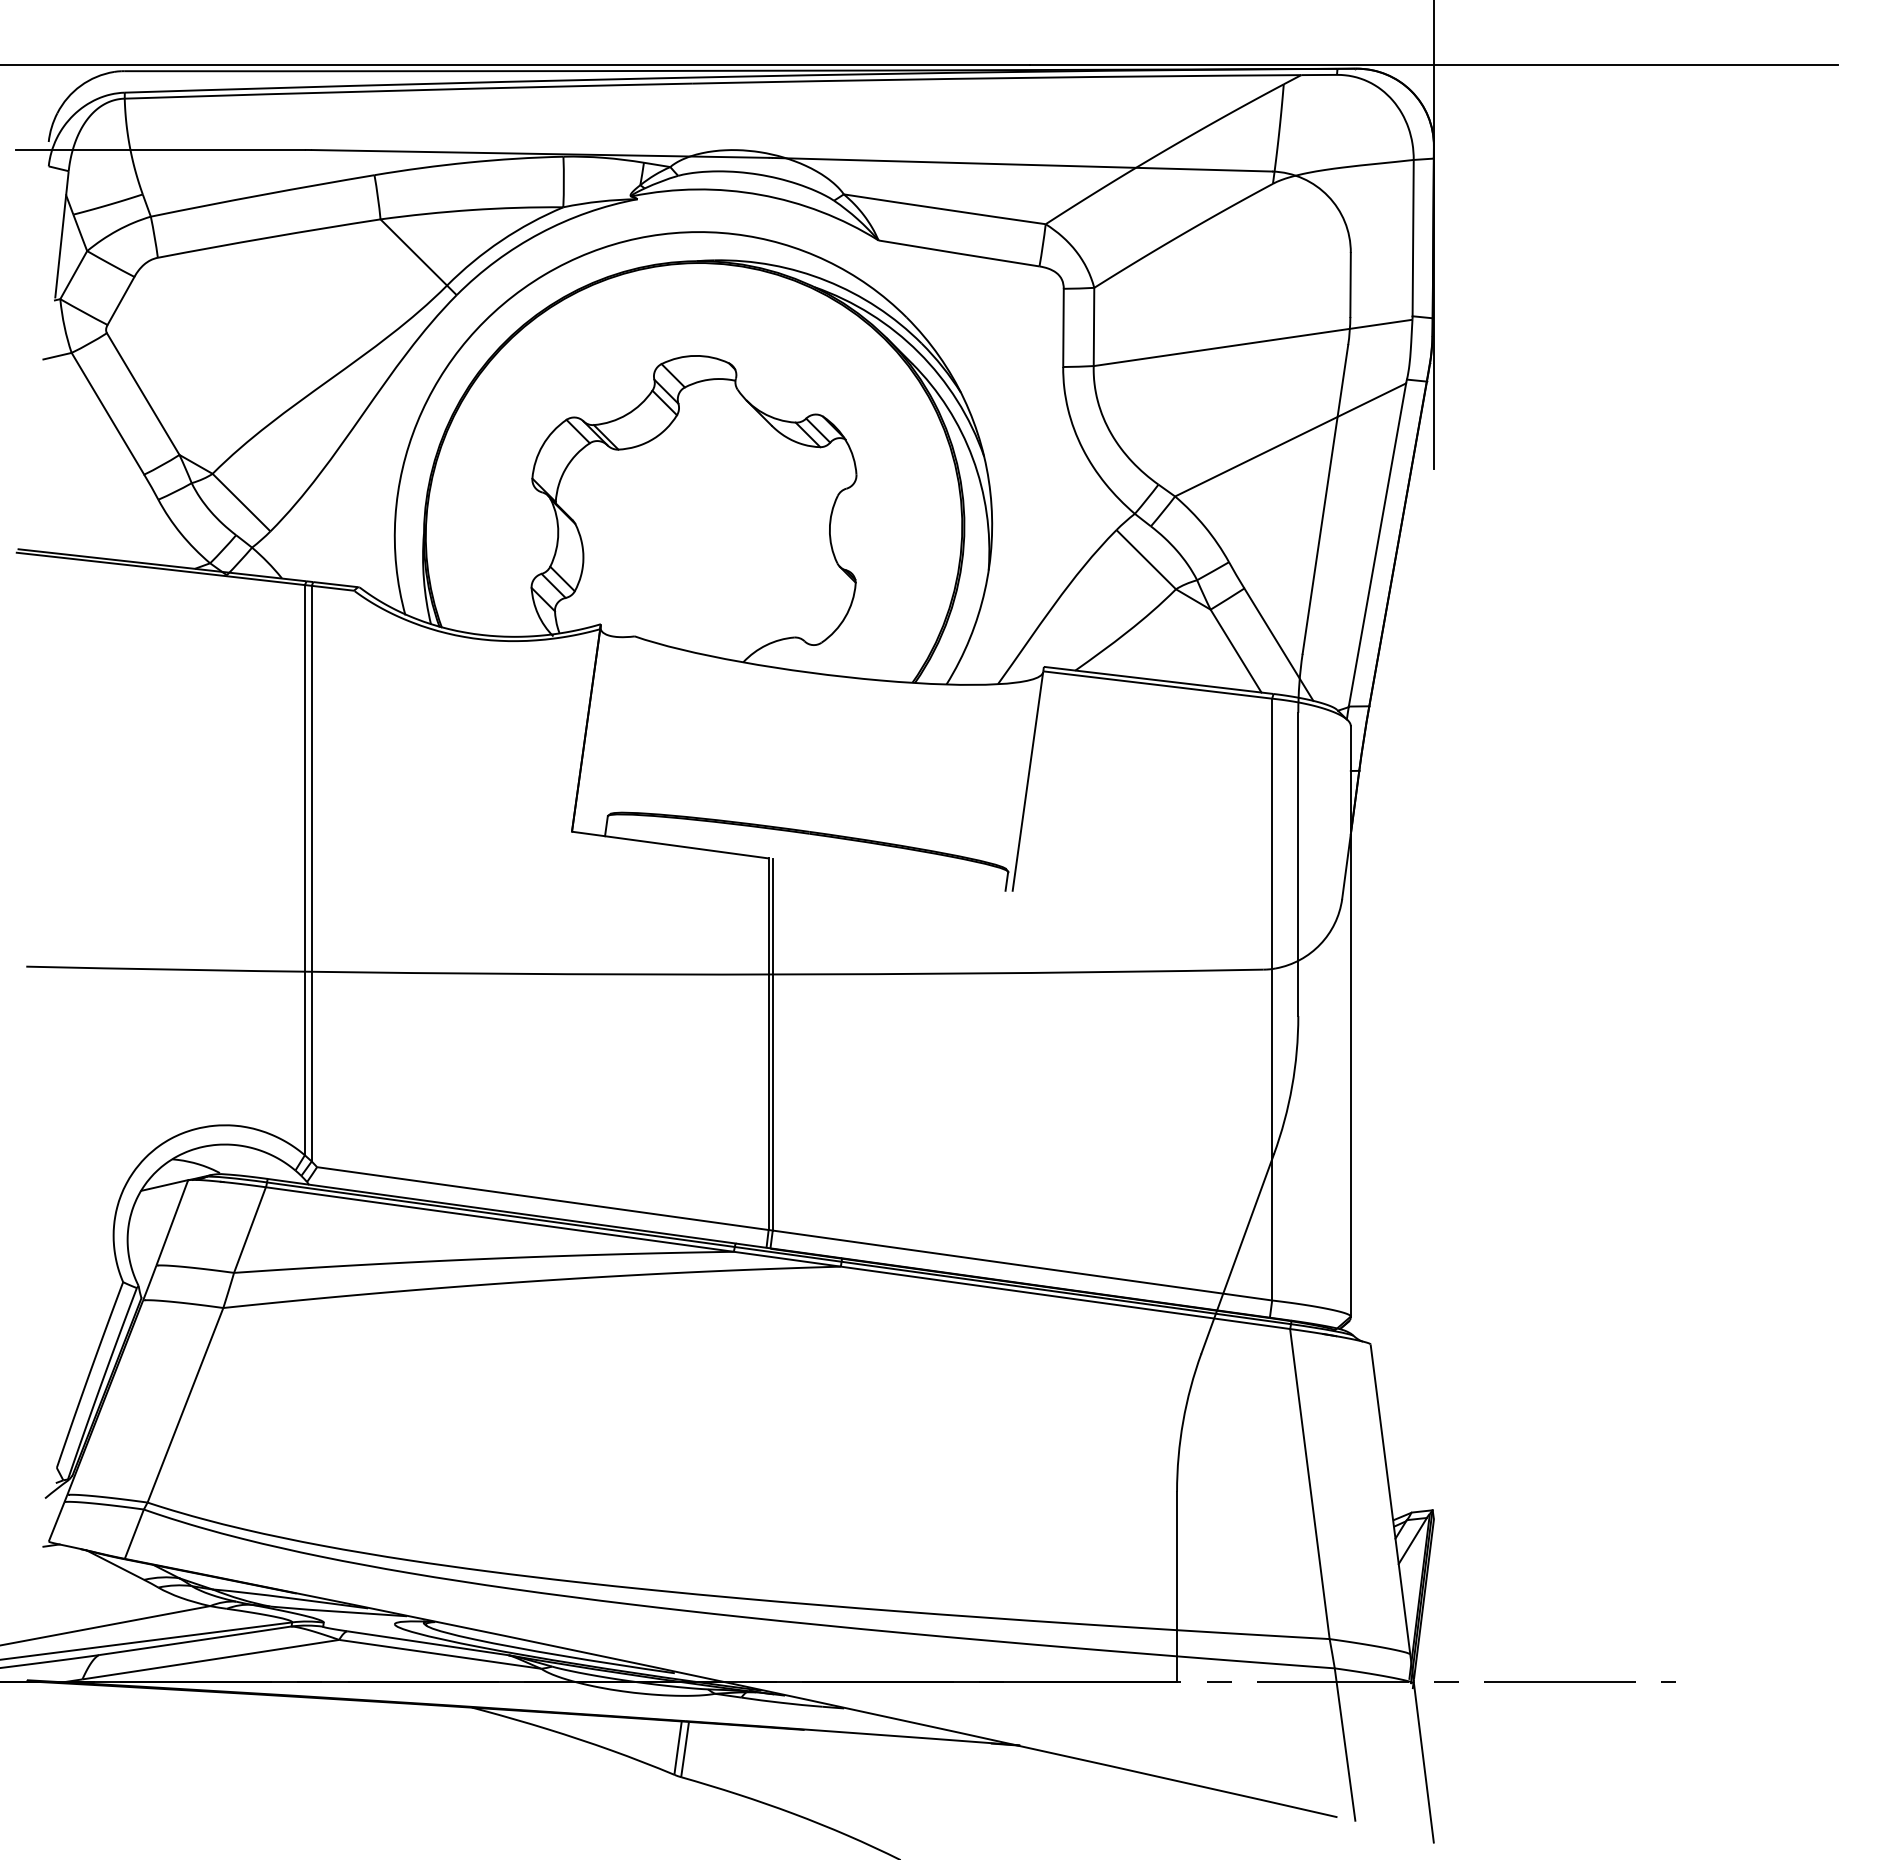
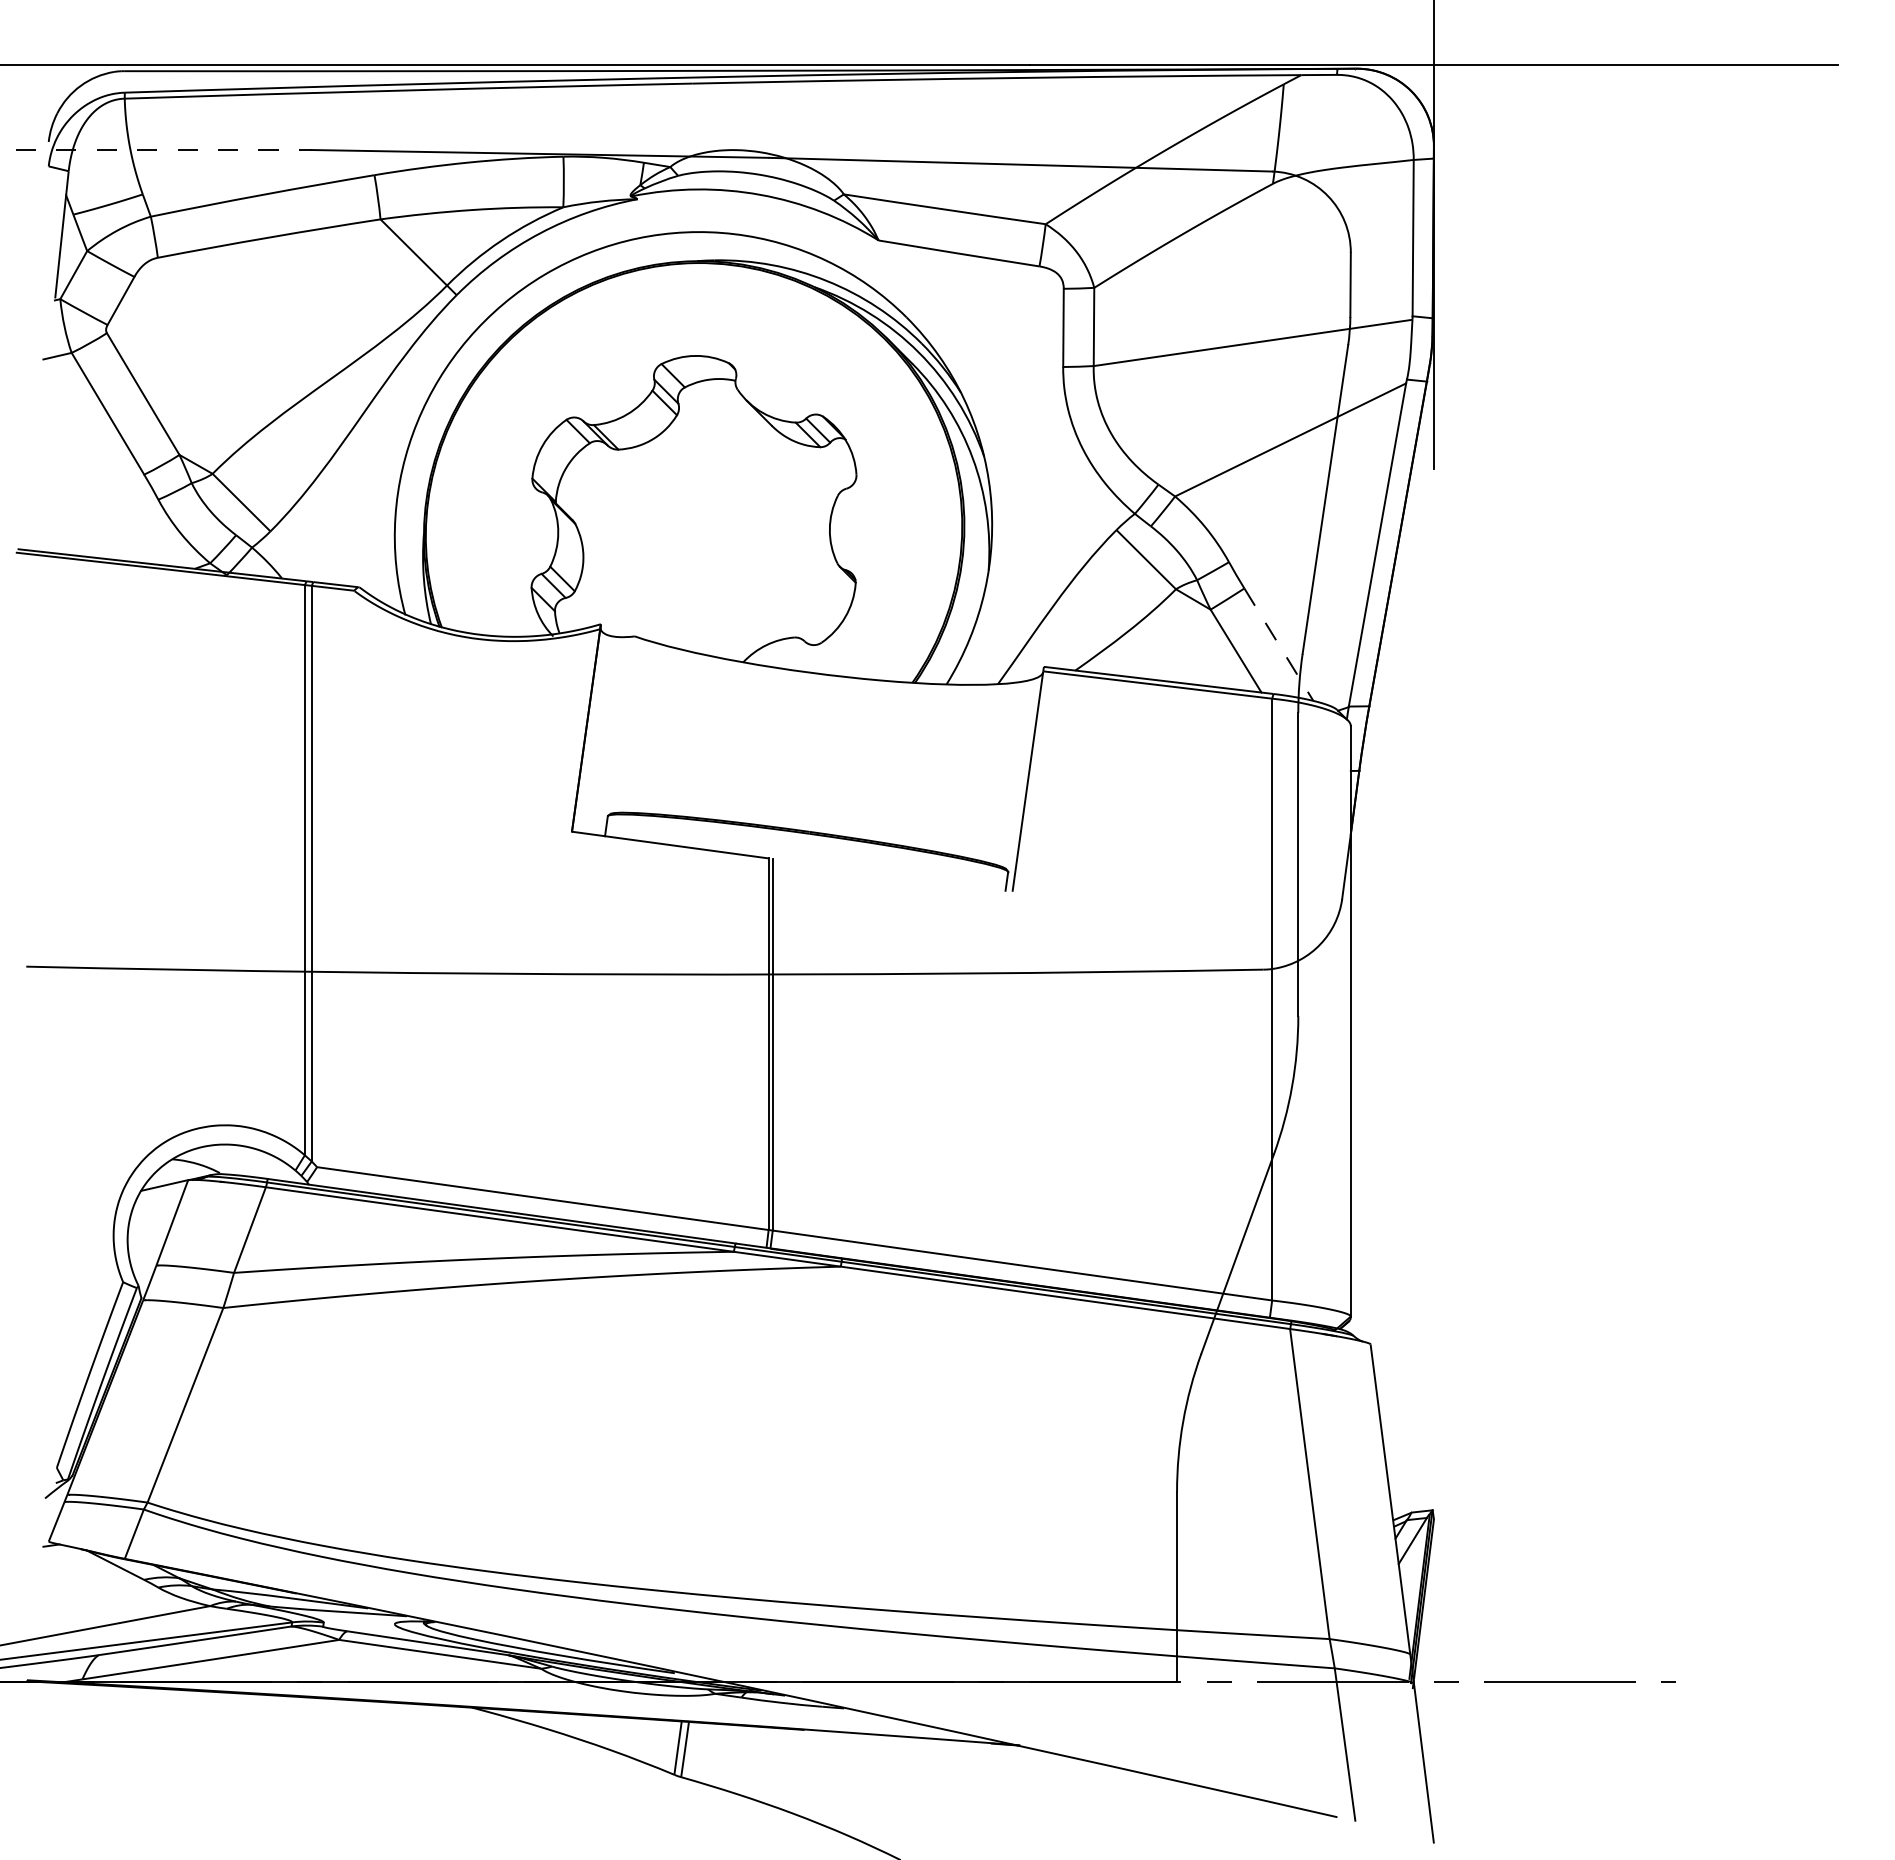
line at (160, 149): solid -> dashed
line at (1278, 644): solid -> dashed
